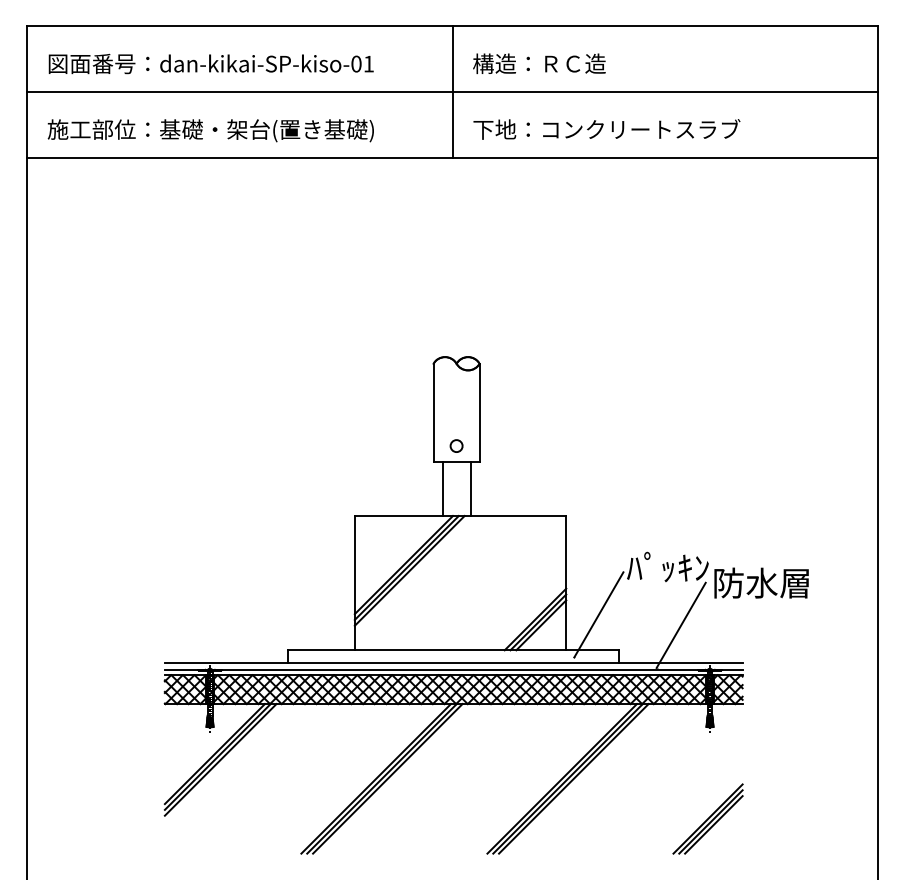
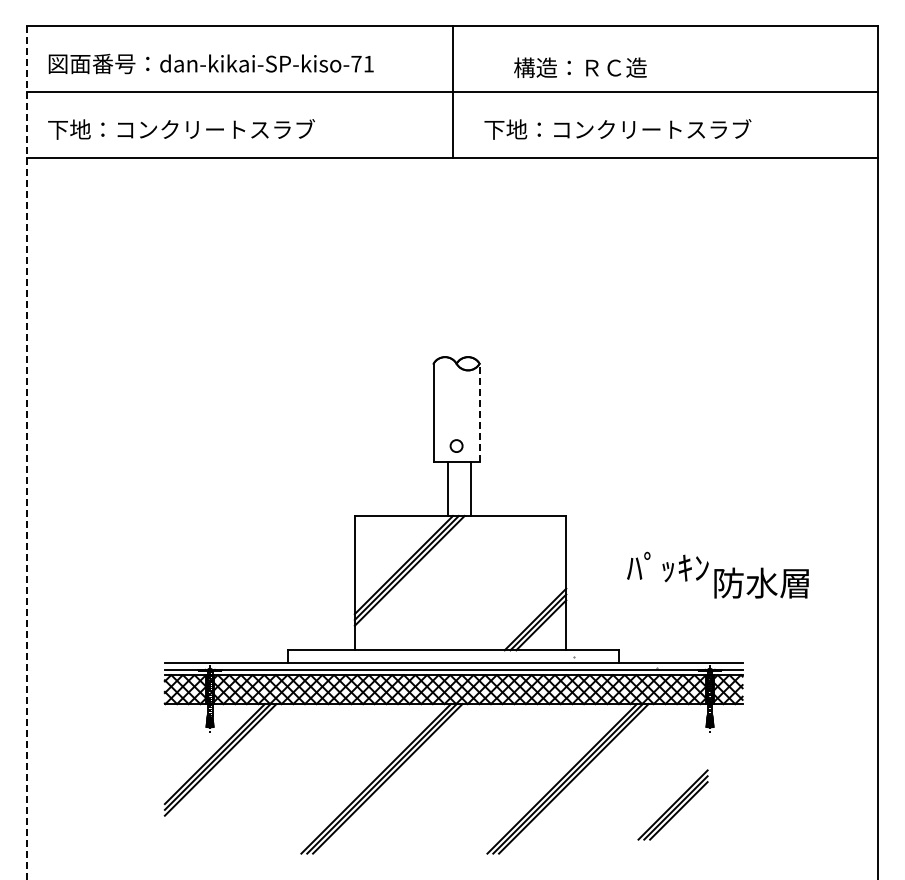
text at (356, 63): dan-kikai-SP-kiso-01 -> dan-kikai-SP-kiso-71
text at (539, 63) position: (539, 63) -> (580, 67)
text at (606, 129) position: (606, 129) -> (617, 129)
text at (210, 130): 施工部位：基礎・架台(置き基礎) -> 下地：コンクリートスラブ
line at (479, 412): solid -> dashed
line at (27, 453): solid -> dashed
line at (442, 488) position: (442, 488) -> (447, 488)
line at (598, 614): present -> none
line at (680, 625): present -> none
part at (707, 818) position: (707, 818) -> (672, 804)
